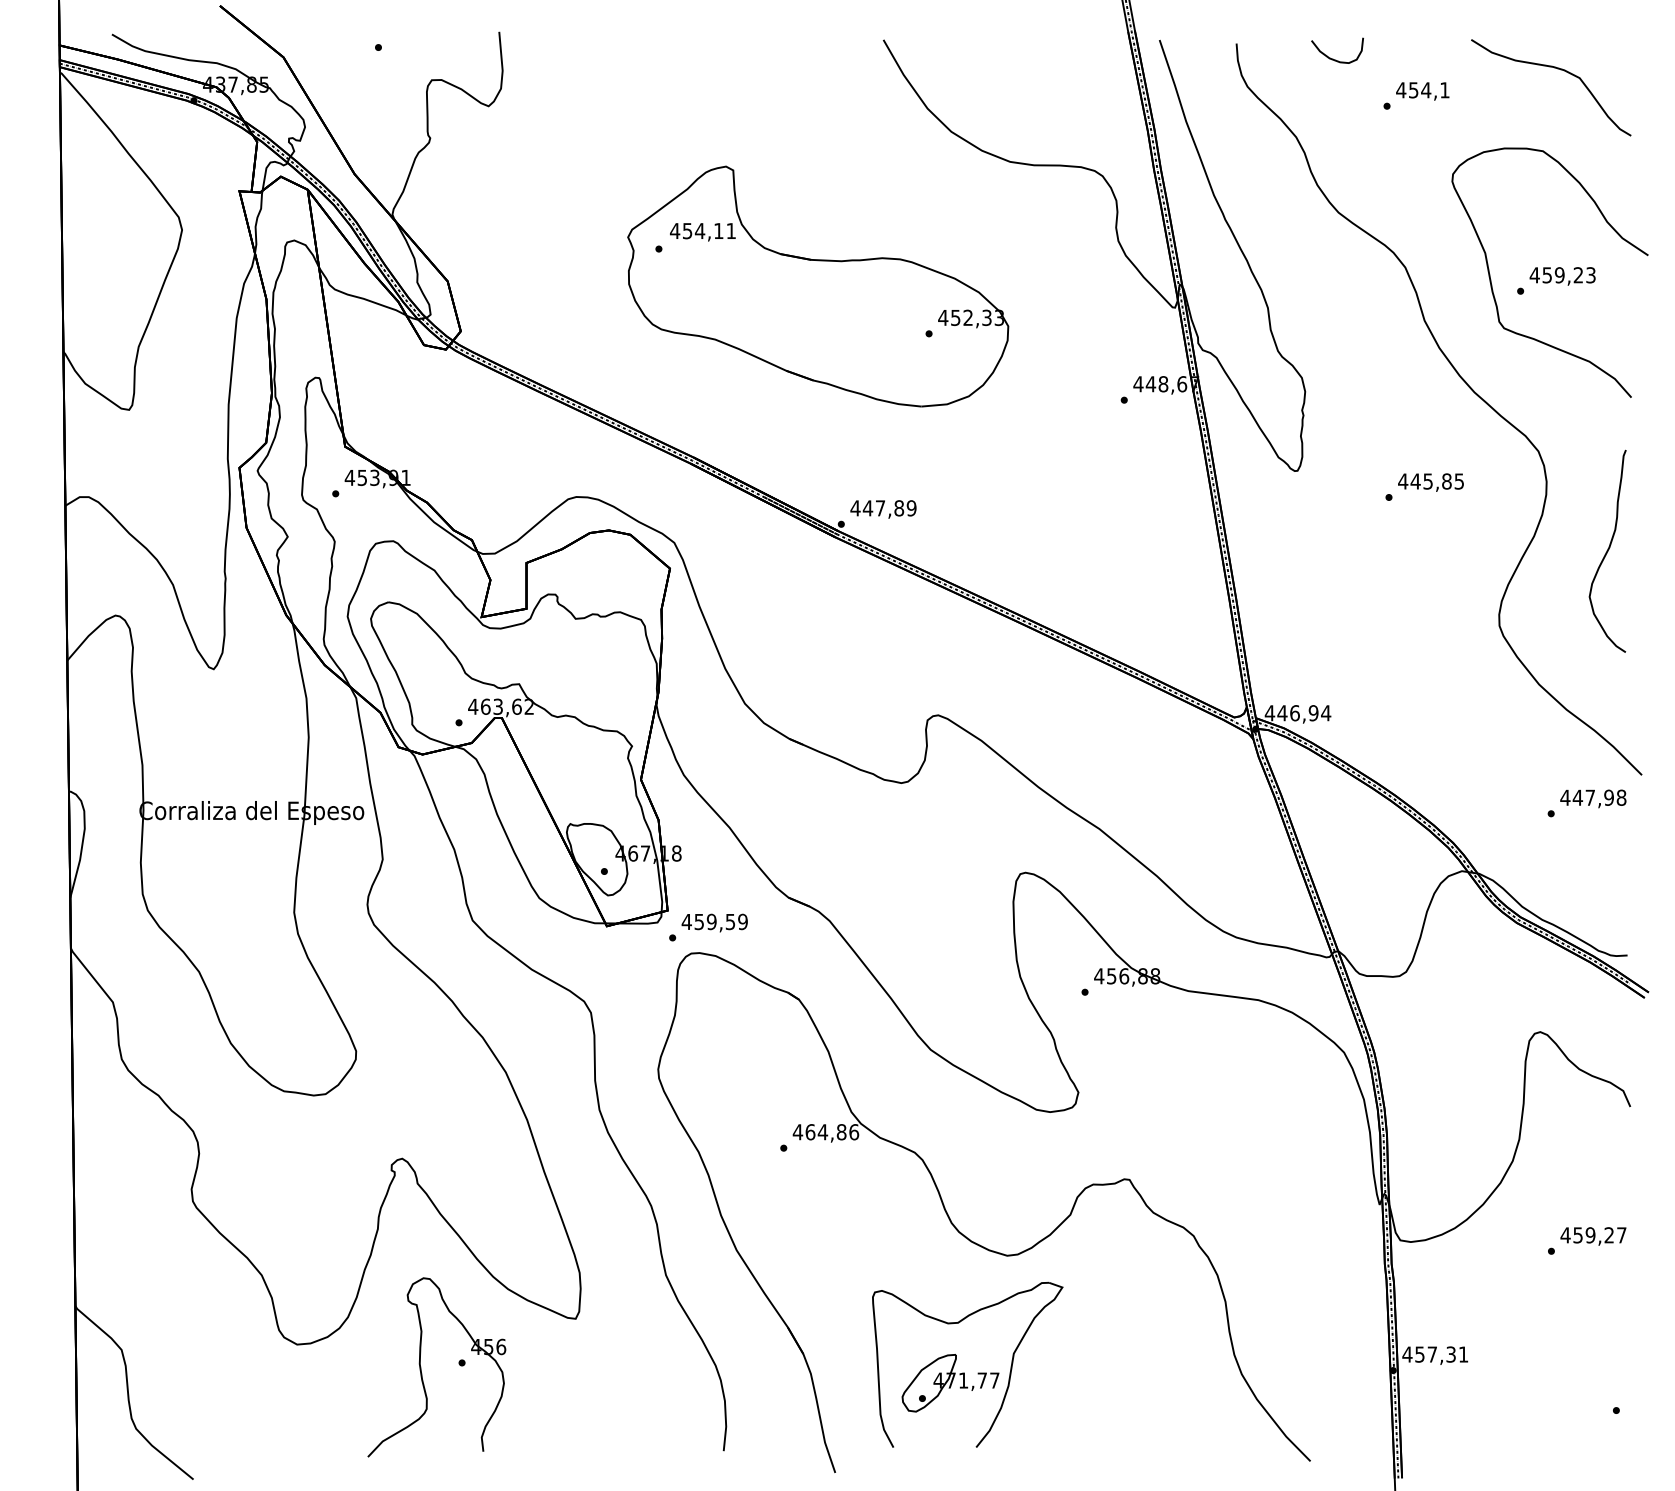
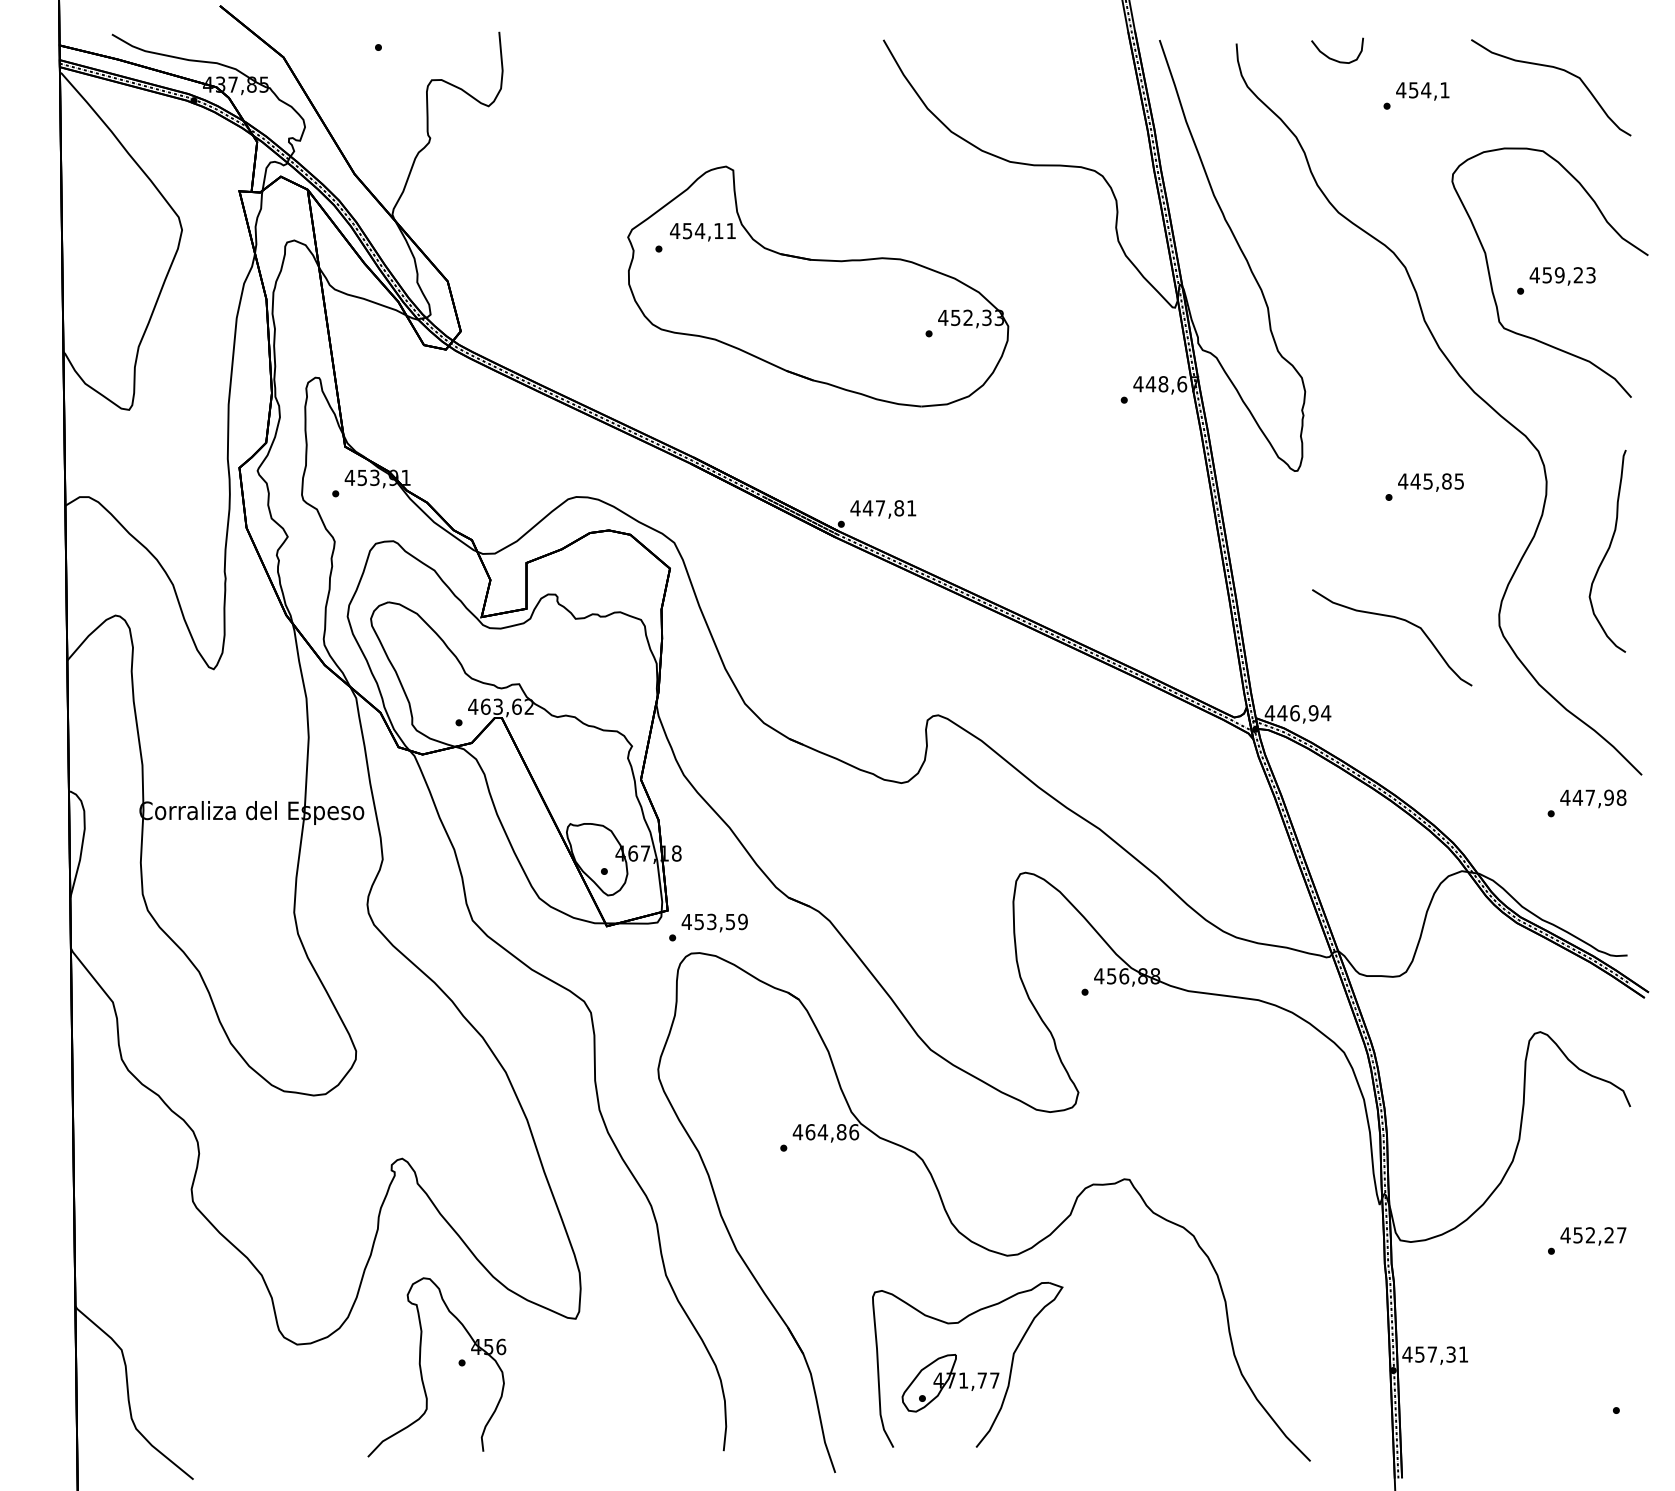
text at (911, 508): 447,89 -> 447,81
curve at (1398, 619): none -> present
text at (711, 921): 459,59 -> 453,59
text at (1590, 1235): 459,27 -> 452,27
